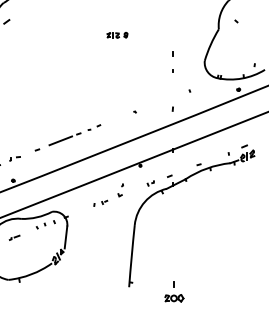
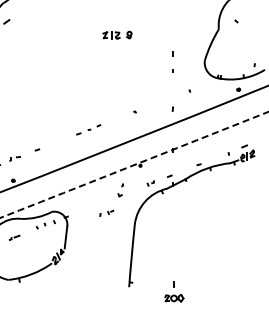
part at (117, 35) size: 23x7 px -> 31x10 px
line at (60, 140): present -> none
arc at (135, 164): solid -> dashed
part at (100, 202) position: (100, 202) -> (106, 212)
